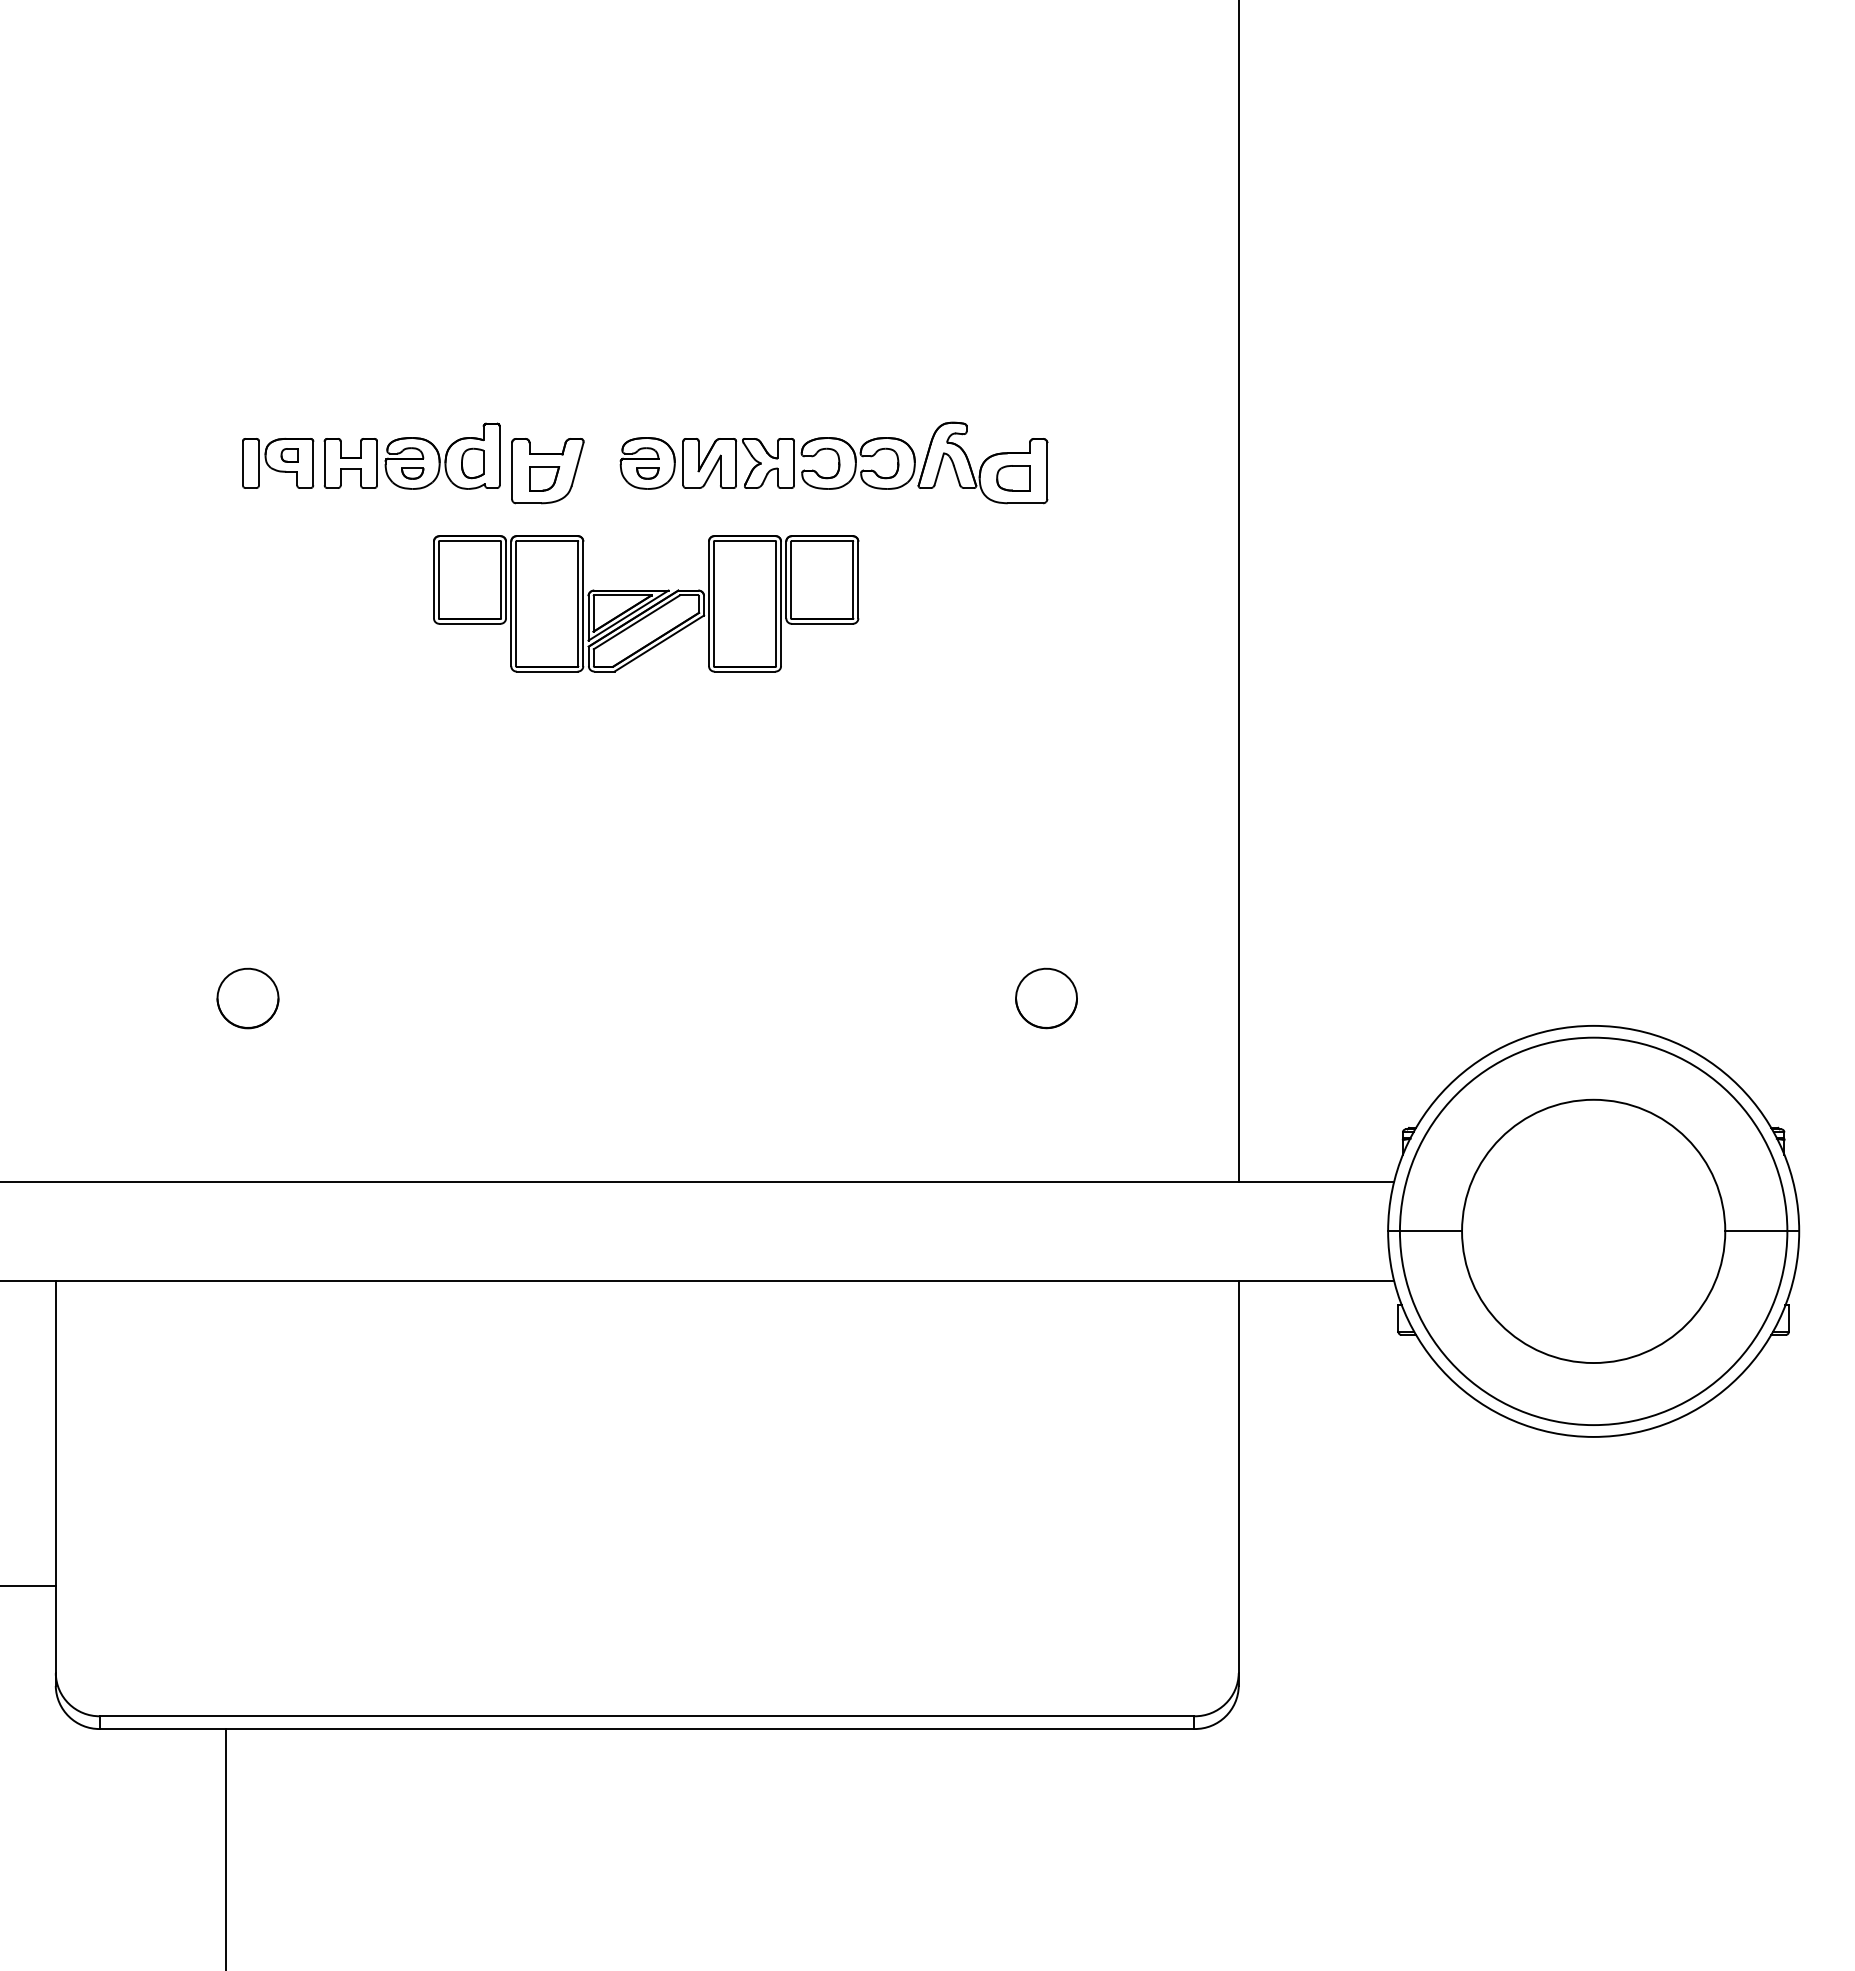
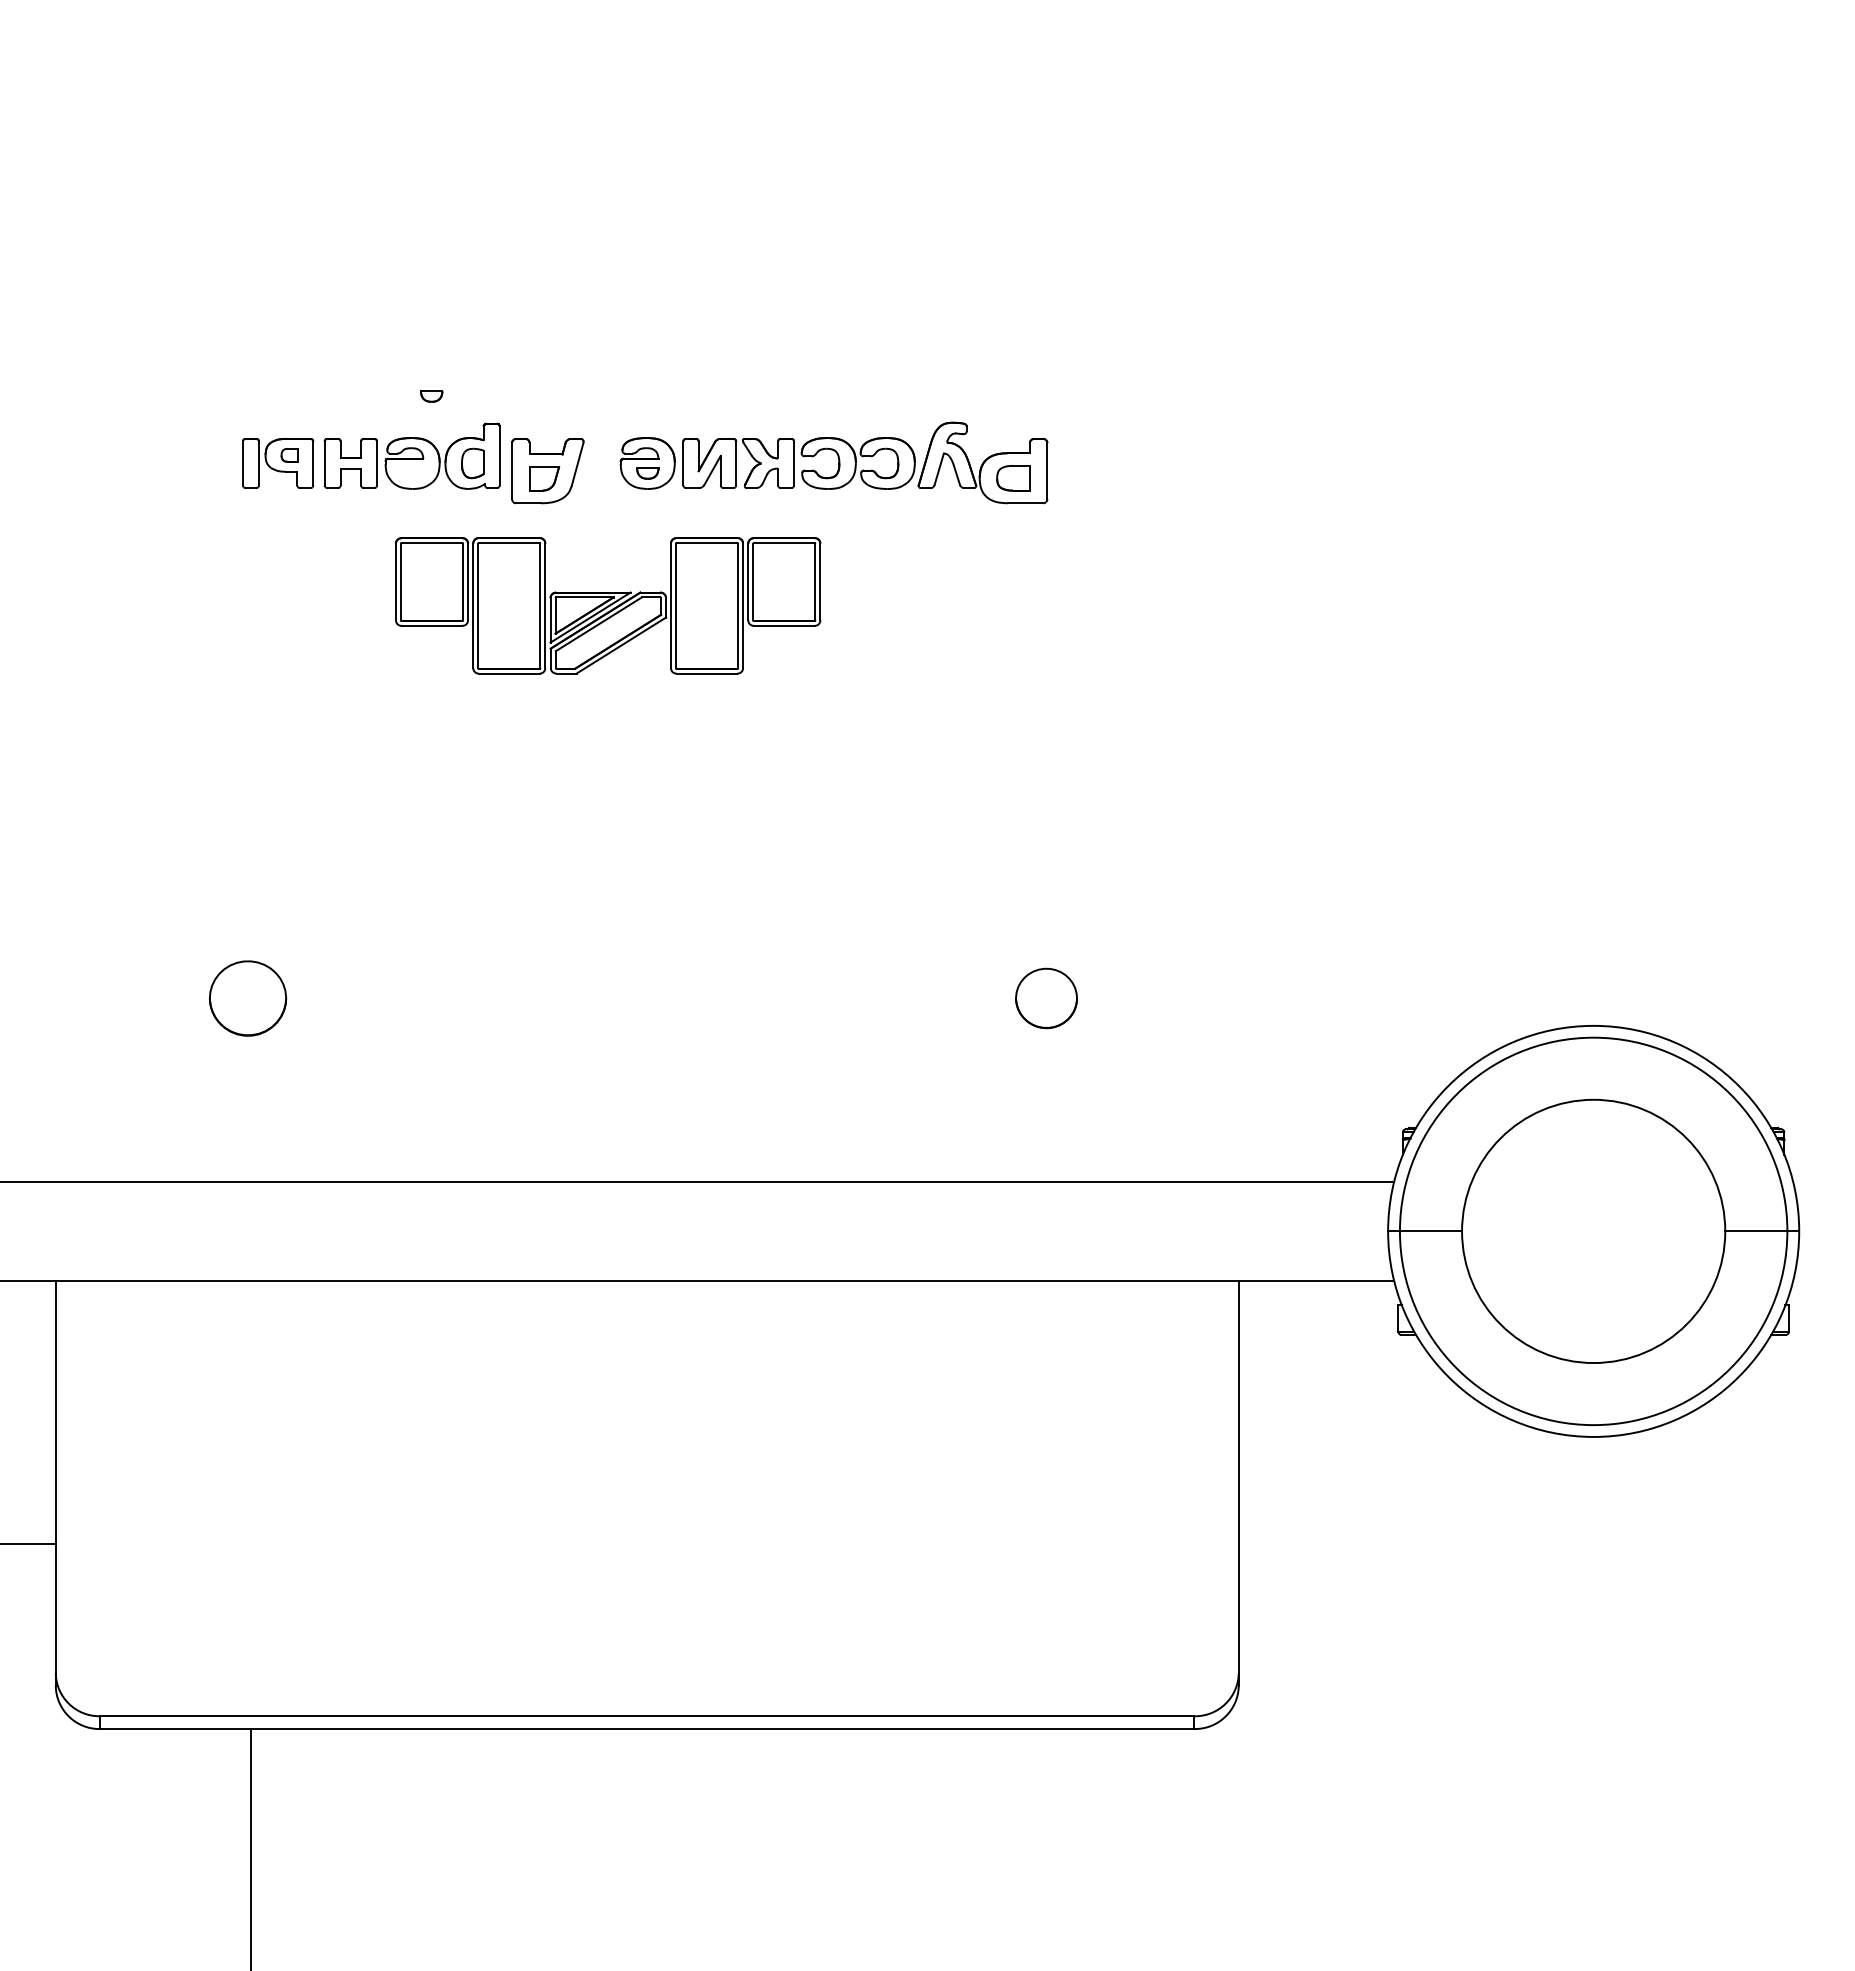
part at (412, 473) position: (412, 473) -> (431, 396)
line at (1238, 591): present -> none
part at (646, 603) position: (646, 603) -> (608, 605)
part at (247, 998) size: 64x63 px -> 79x77 px
line at (28, 1586) position: (28, 1586) -> (28, 1544)
line at (225, 1848) position: (225, 1848) -> (250, 1848)
